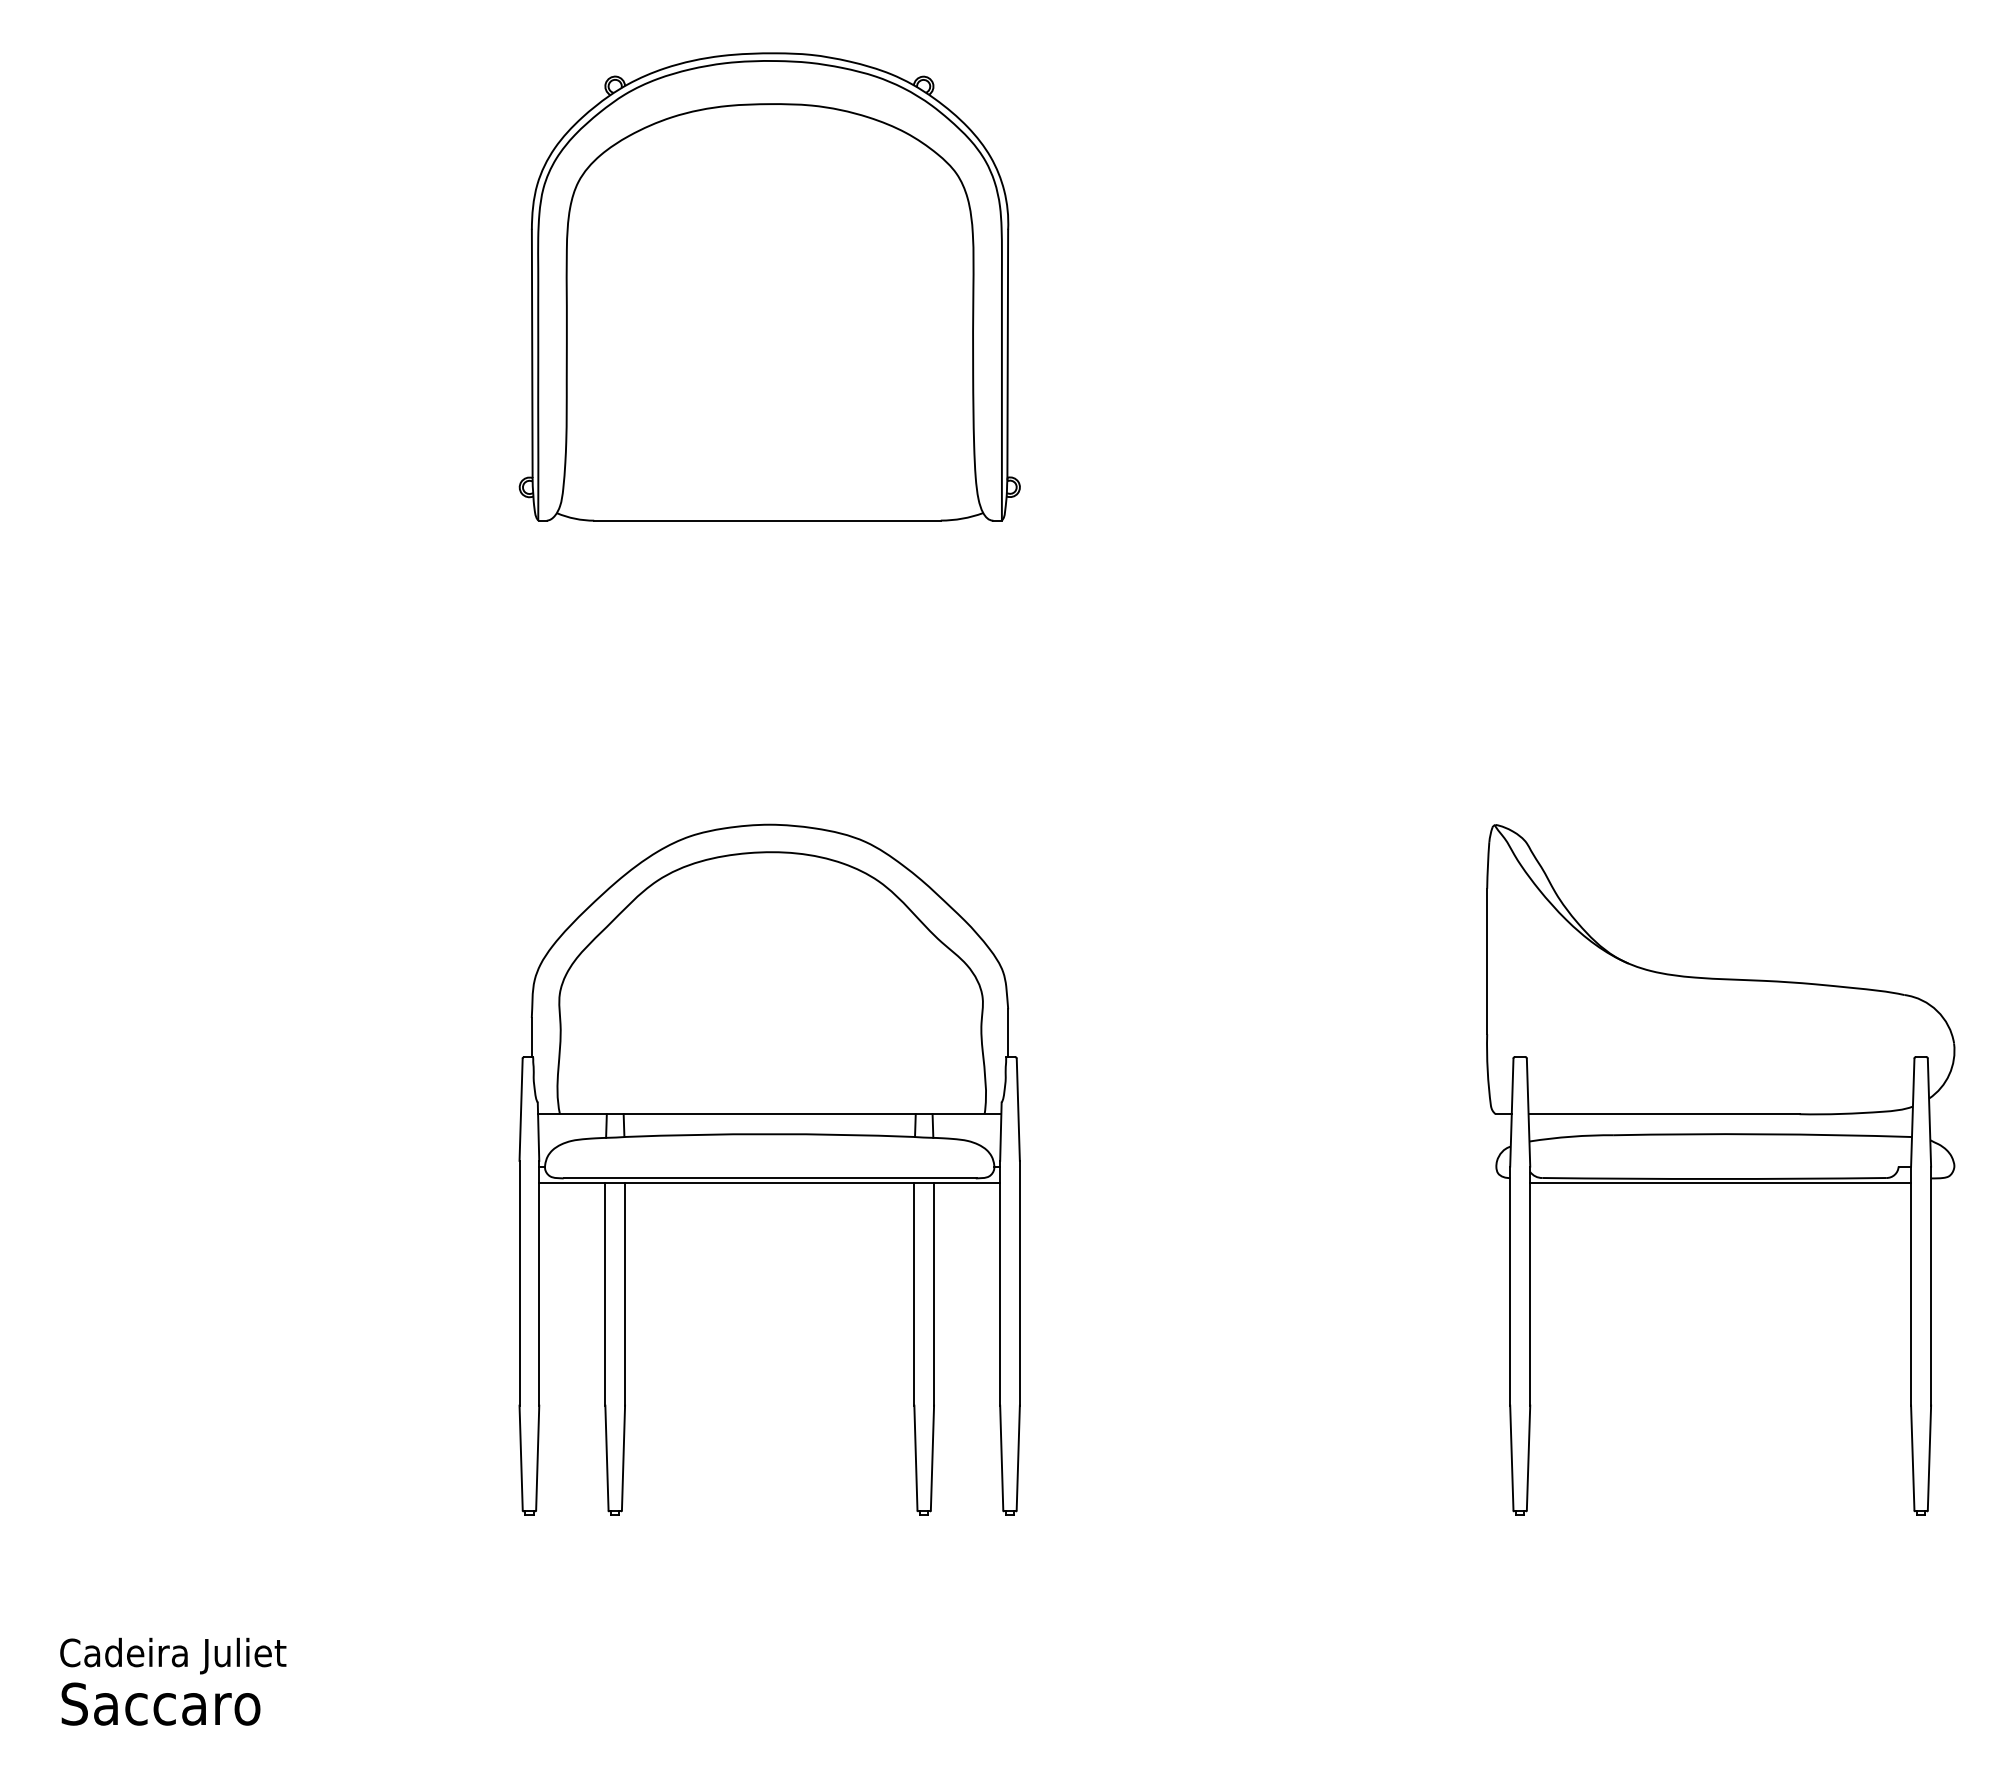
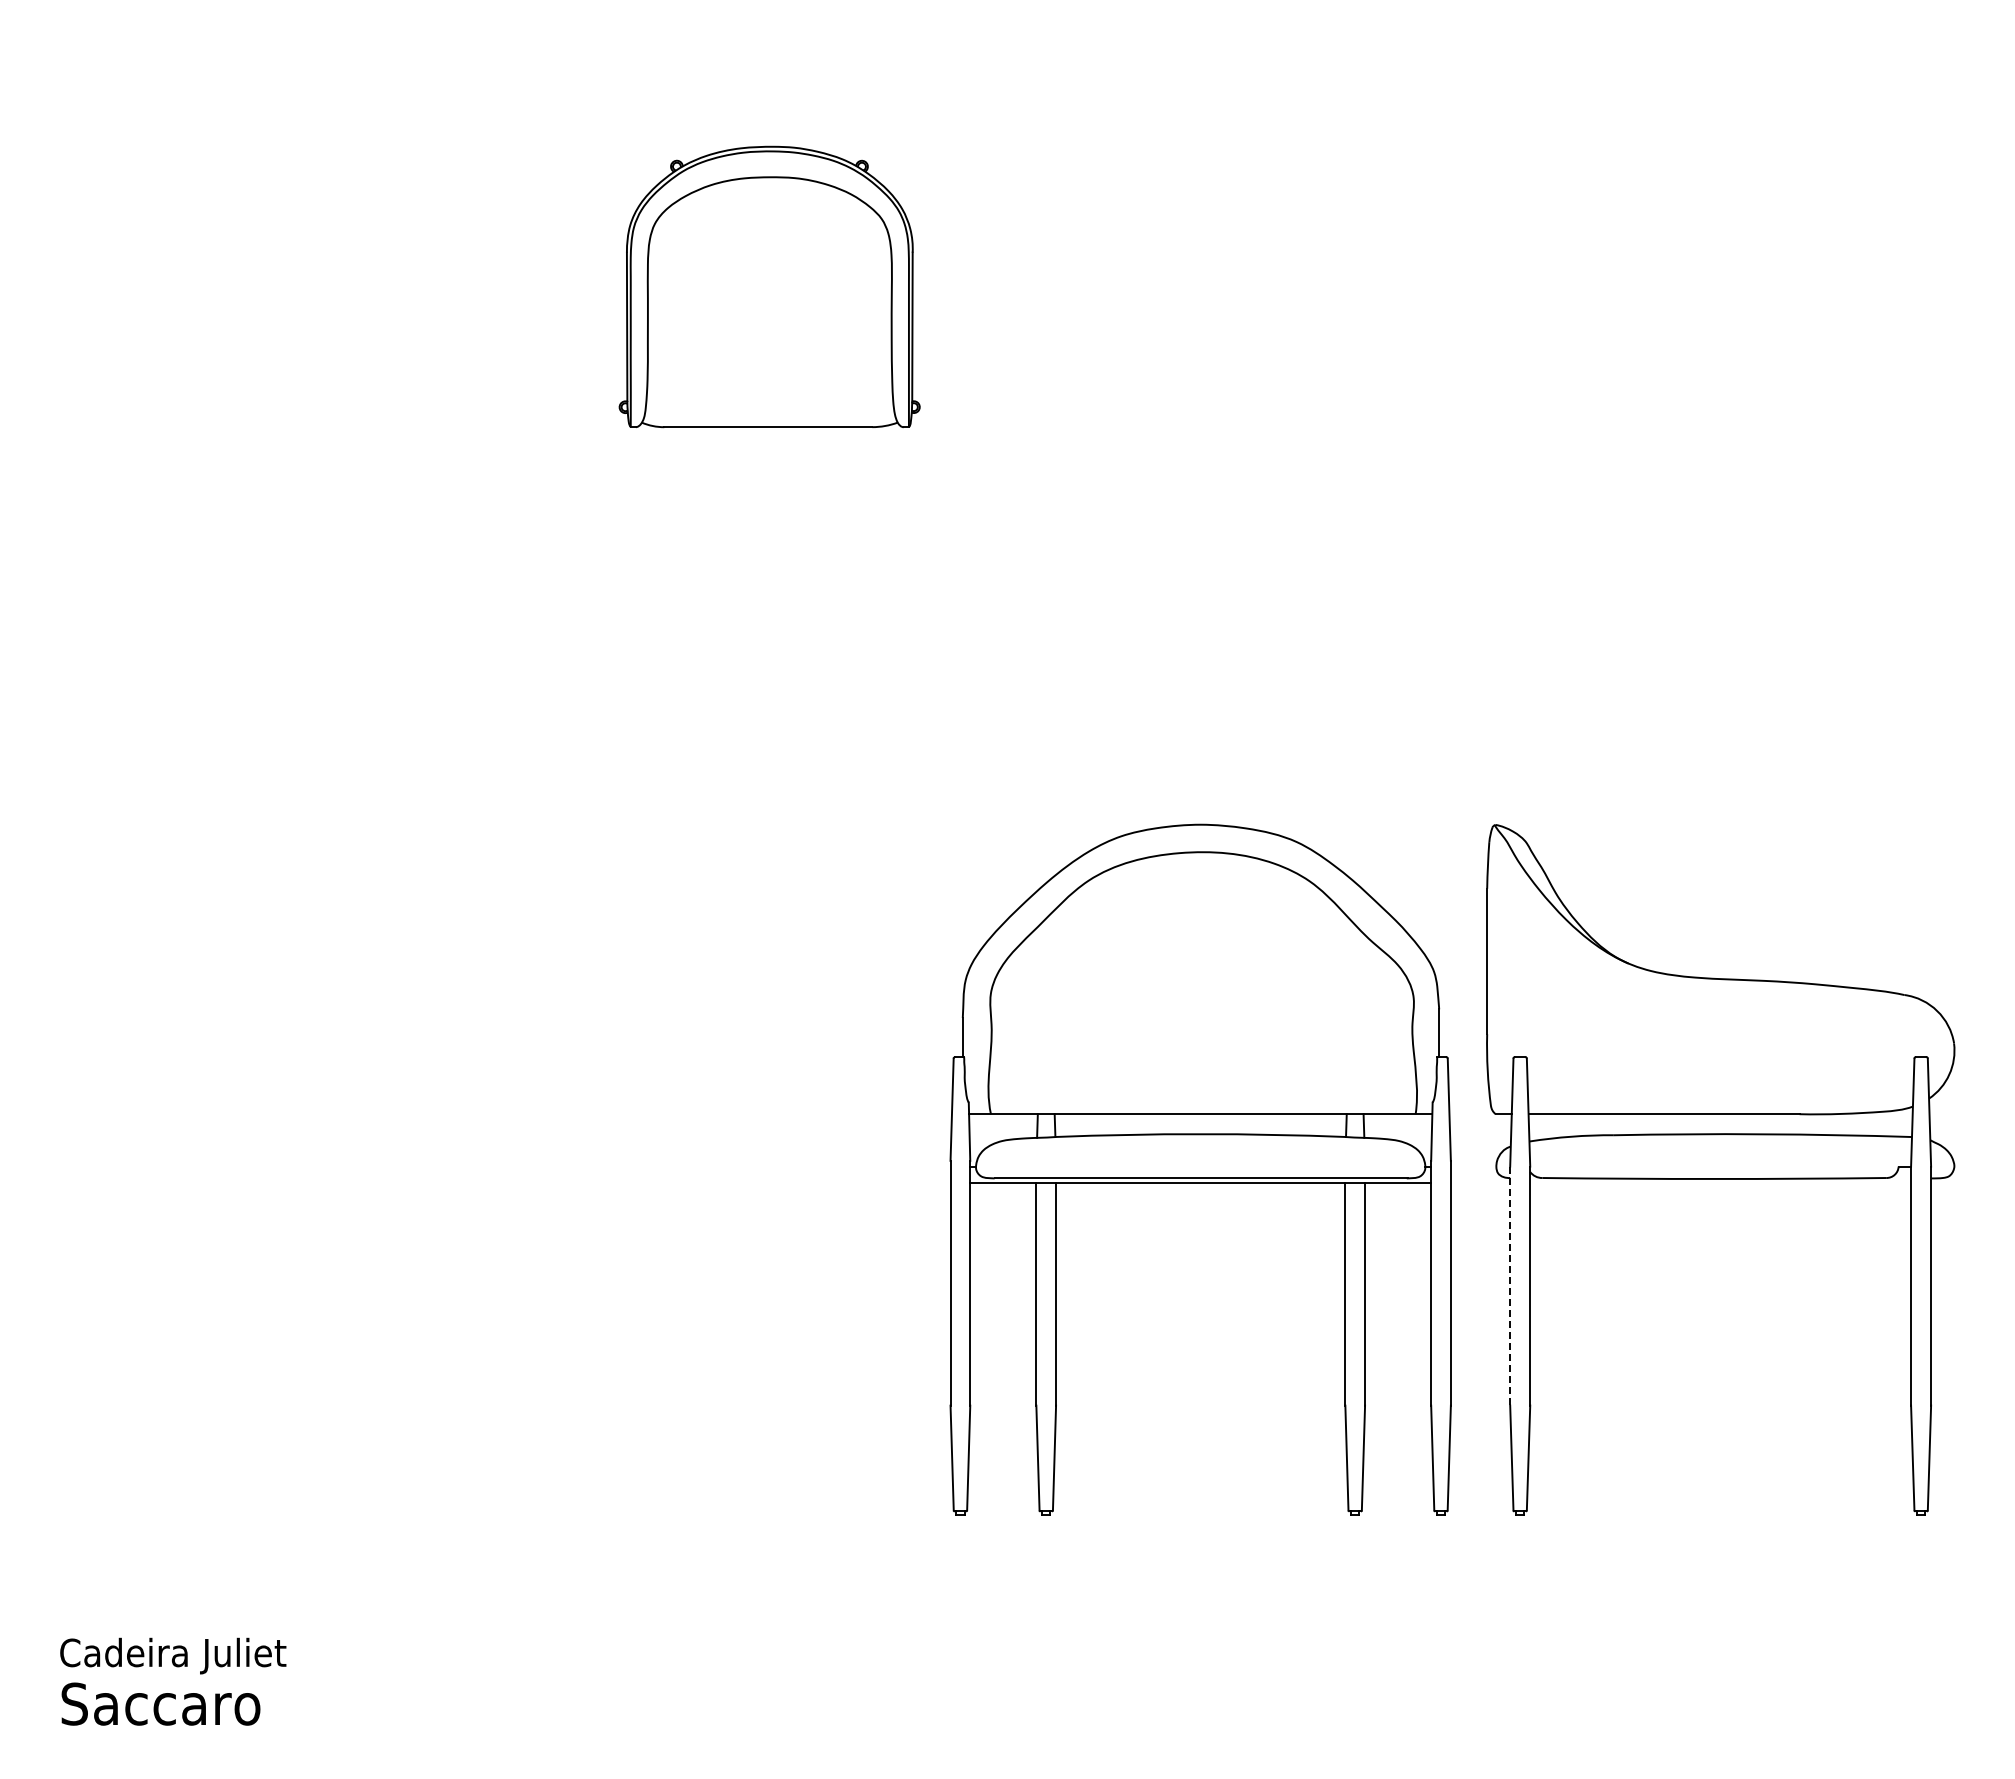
part at (769, 286) size: 503x470 px -> 303x284 px
part at (769, 1169) position: (769, 1169) -> (1200, 1169)
line at (1720, 1183): present -> none
line at (1510, 1286): solid -> dashed
